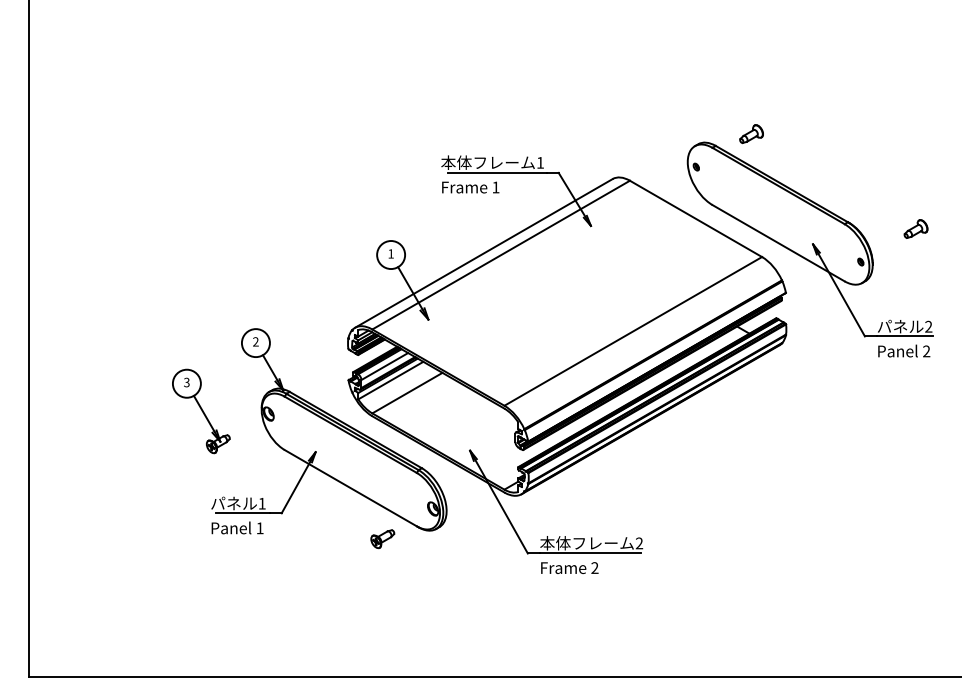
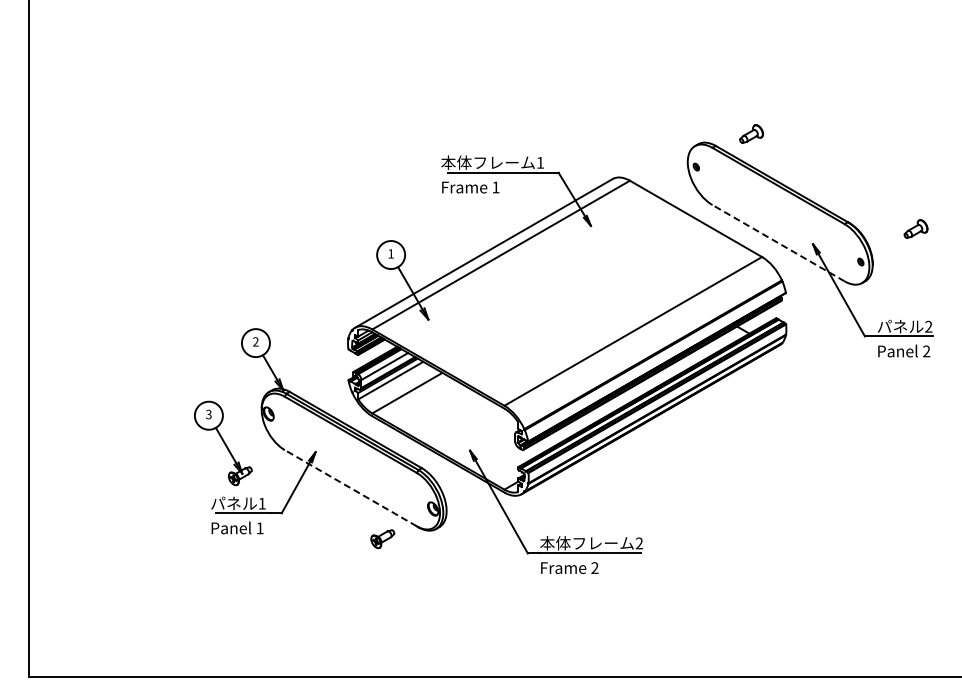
line at (778, 242): solid -> dashed
part at (201, 411) position: (201, 411) -> (223, 443)
line at (350, 487): solid -> dashed
